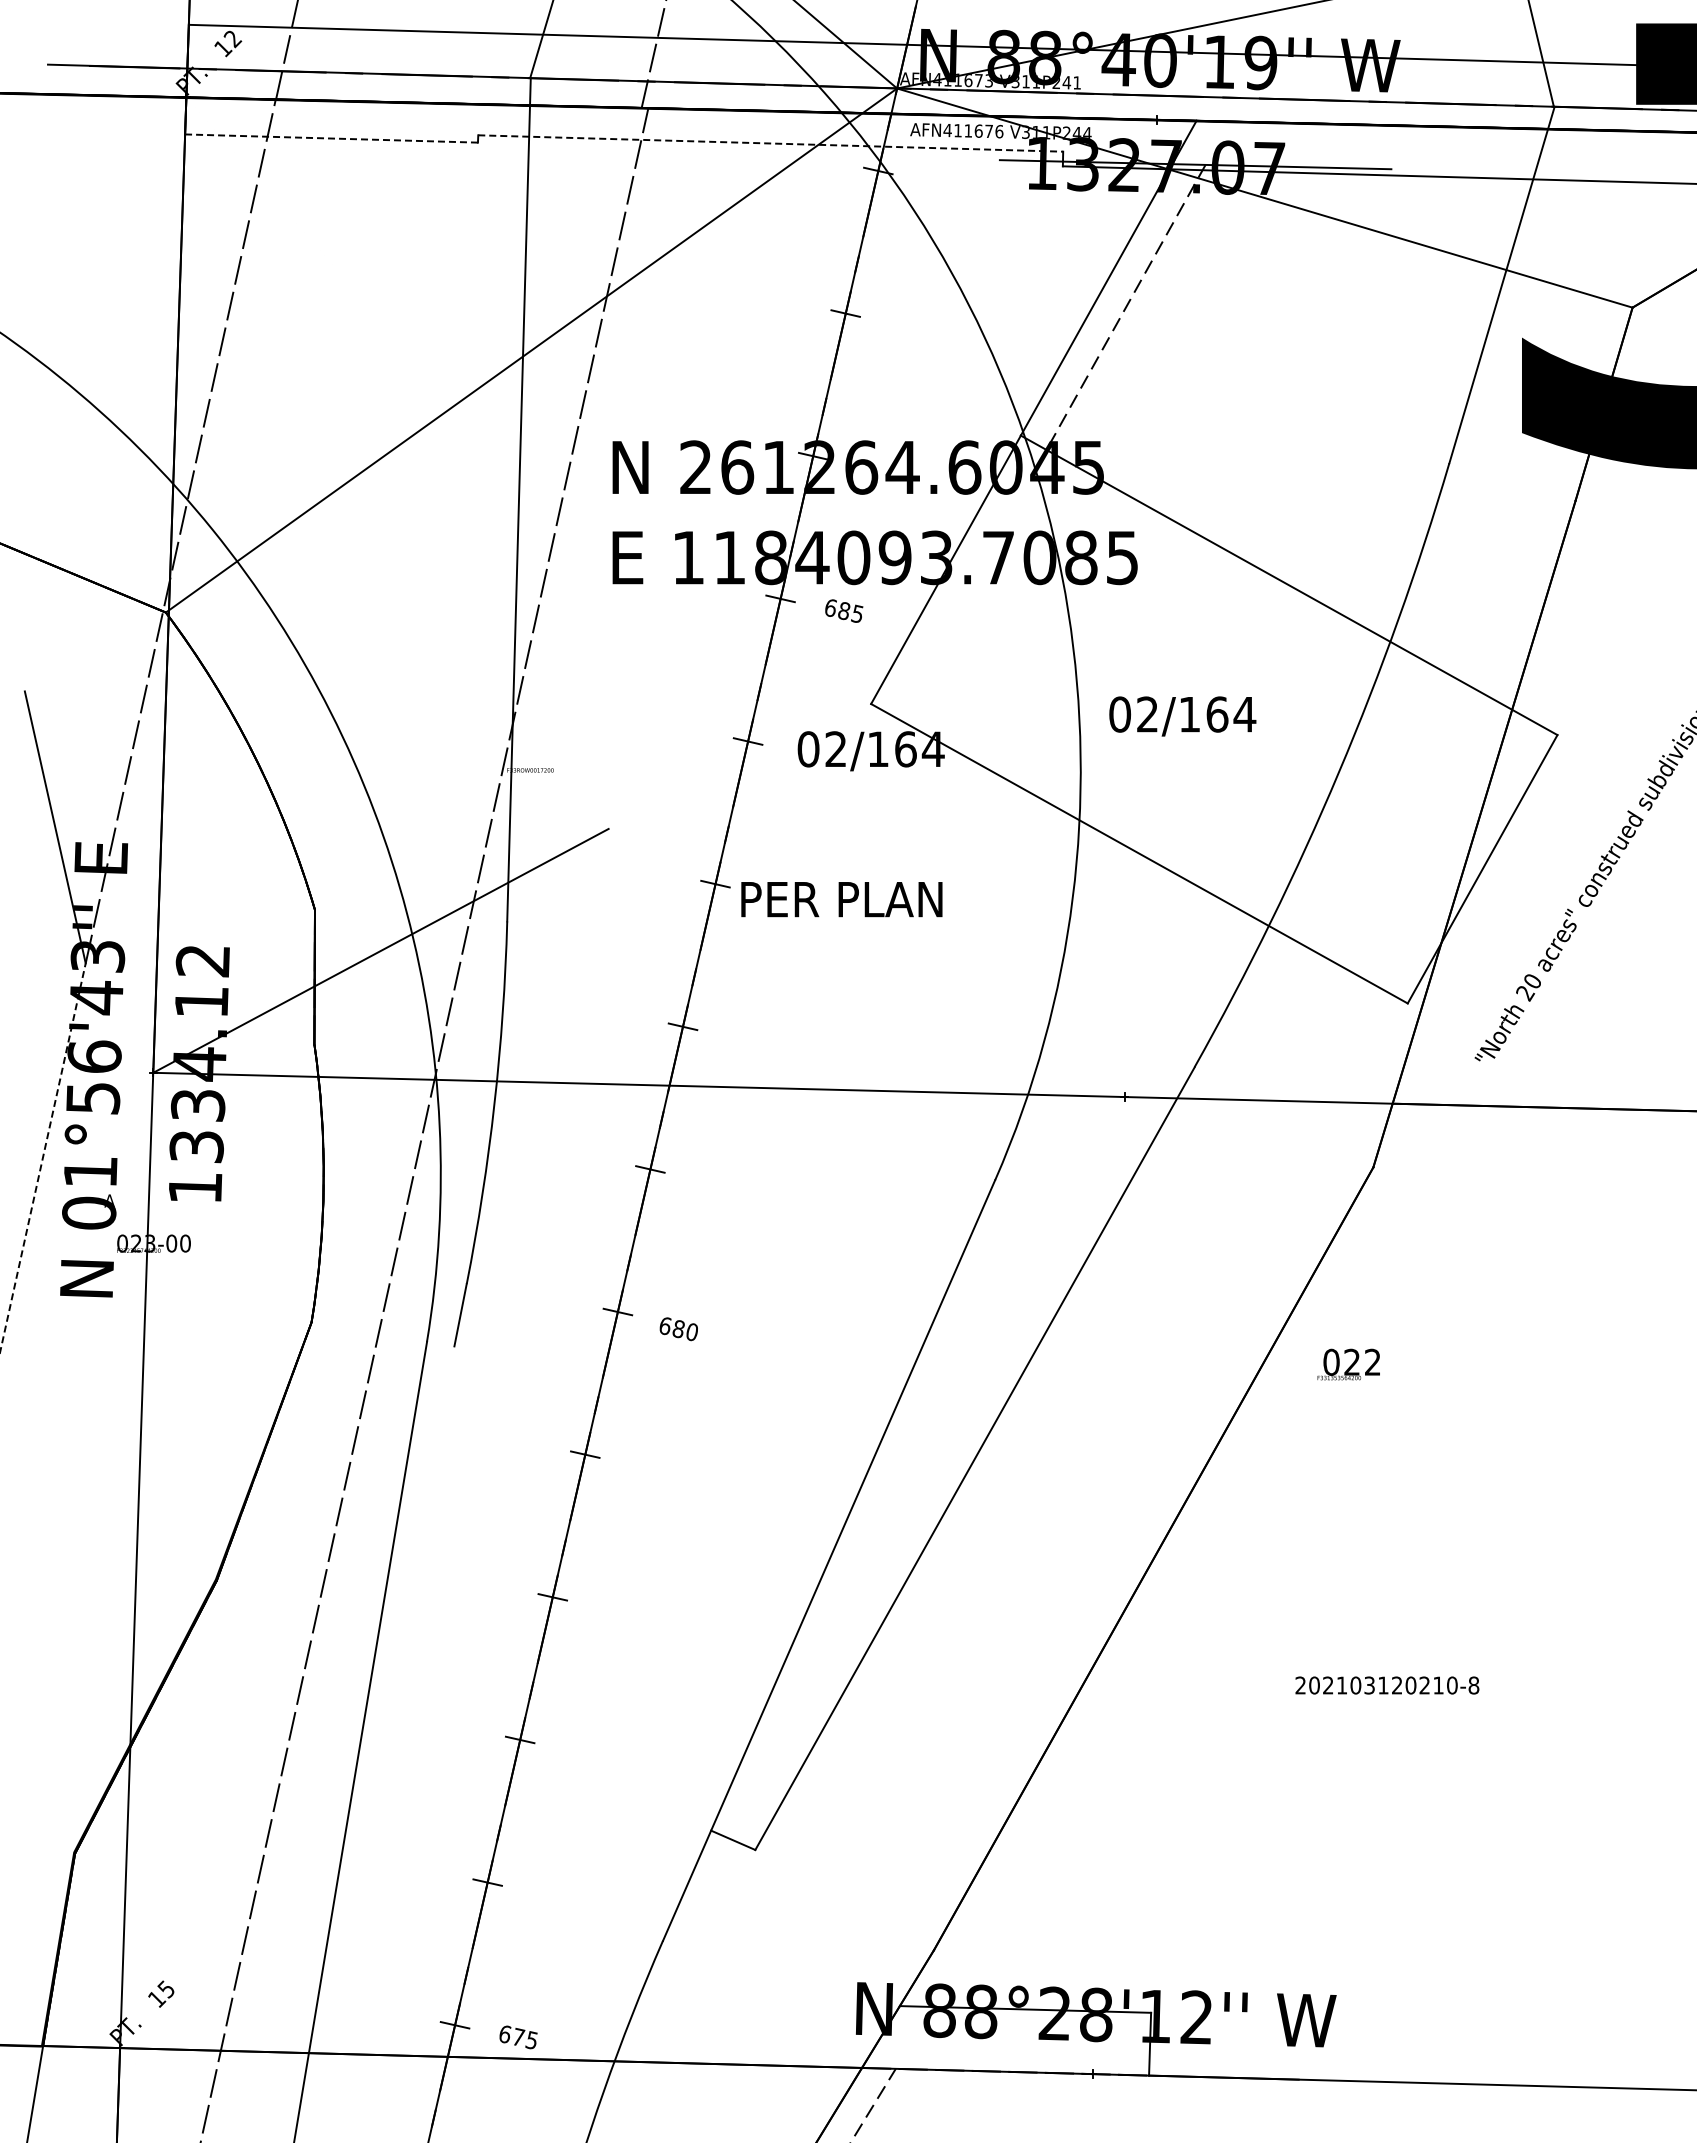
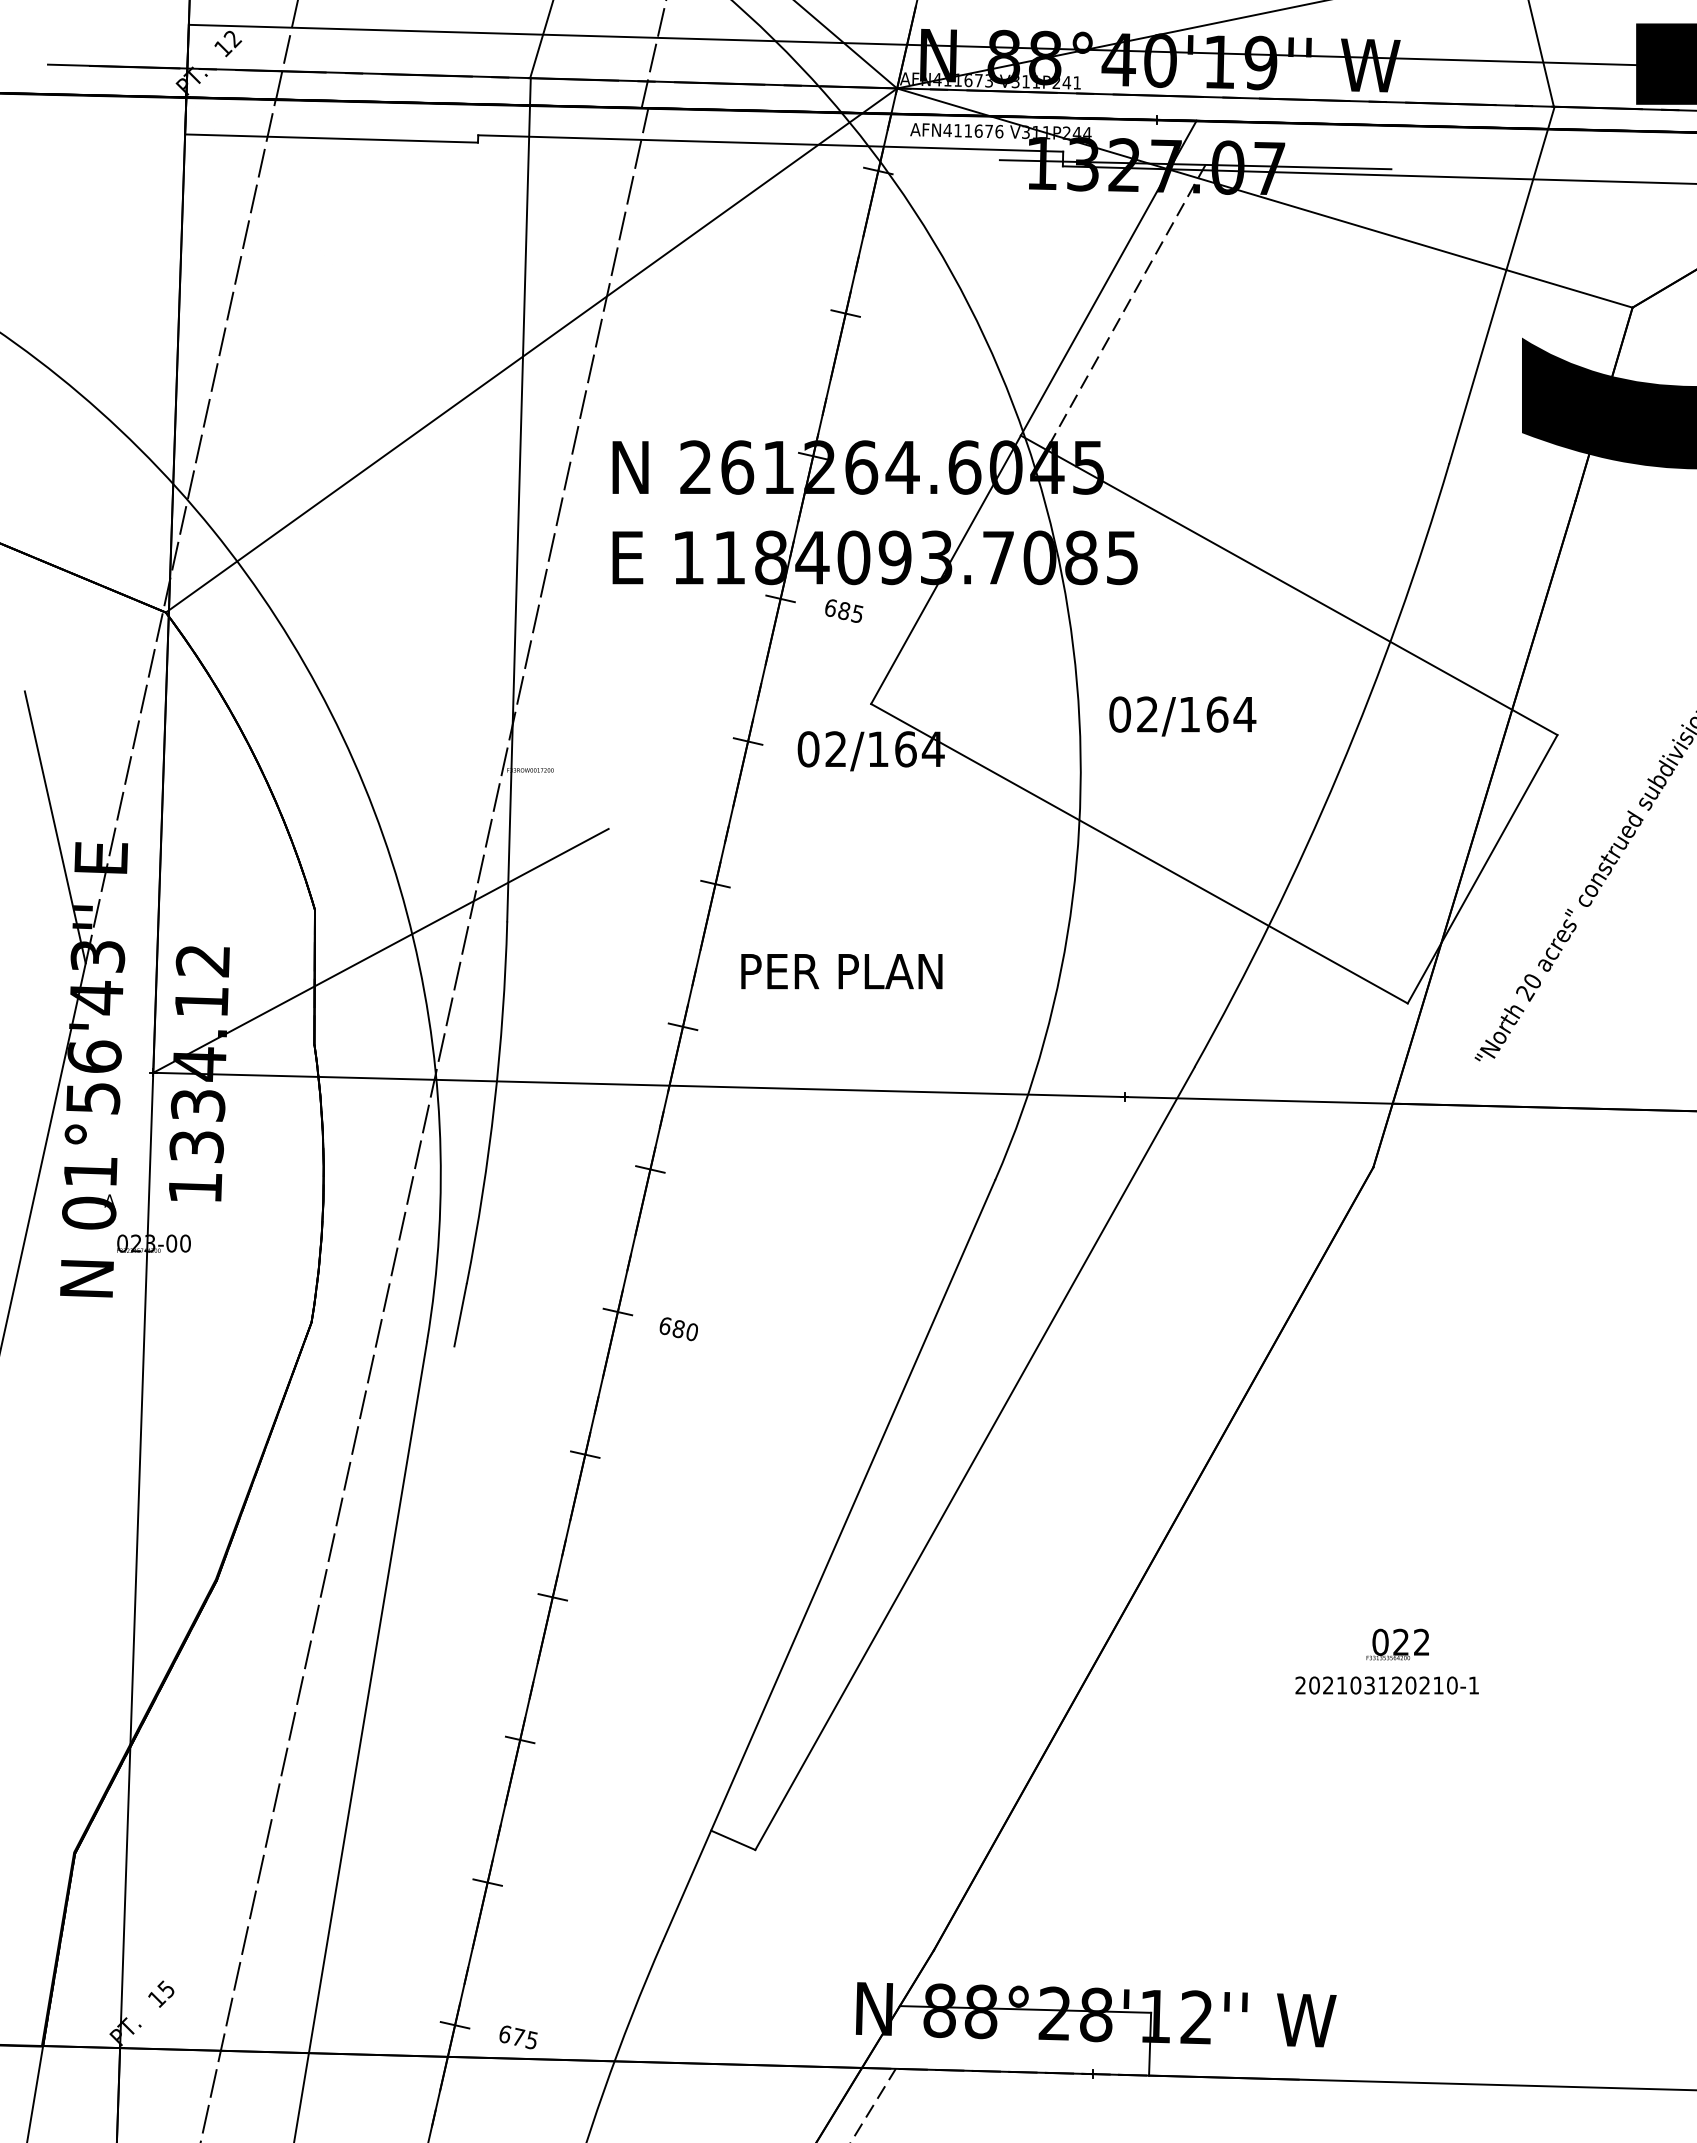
line at (331, 138): dashed -> solid
line at (770, 143): dashed -> solid
text at (841, 899) position: (841, 899) -> (841, 971)
line at (42, 1157): dashed -> solid
text at (1348, 1364) position: (1348, 1364) -> (1397, 1644)
text at (1473, 1685): 202103120210-8 -> 202103120210-1
